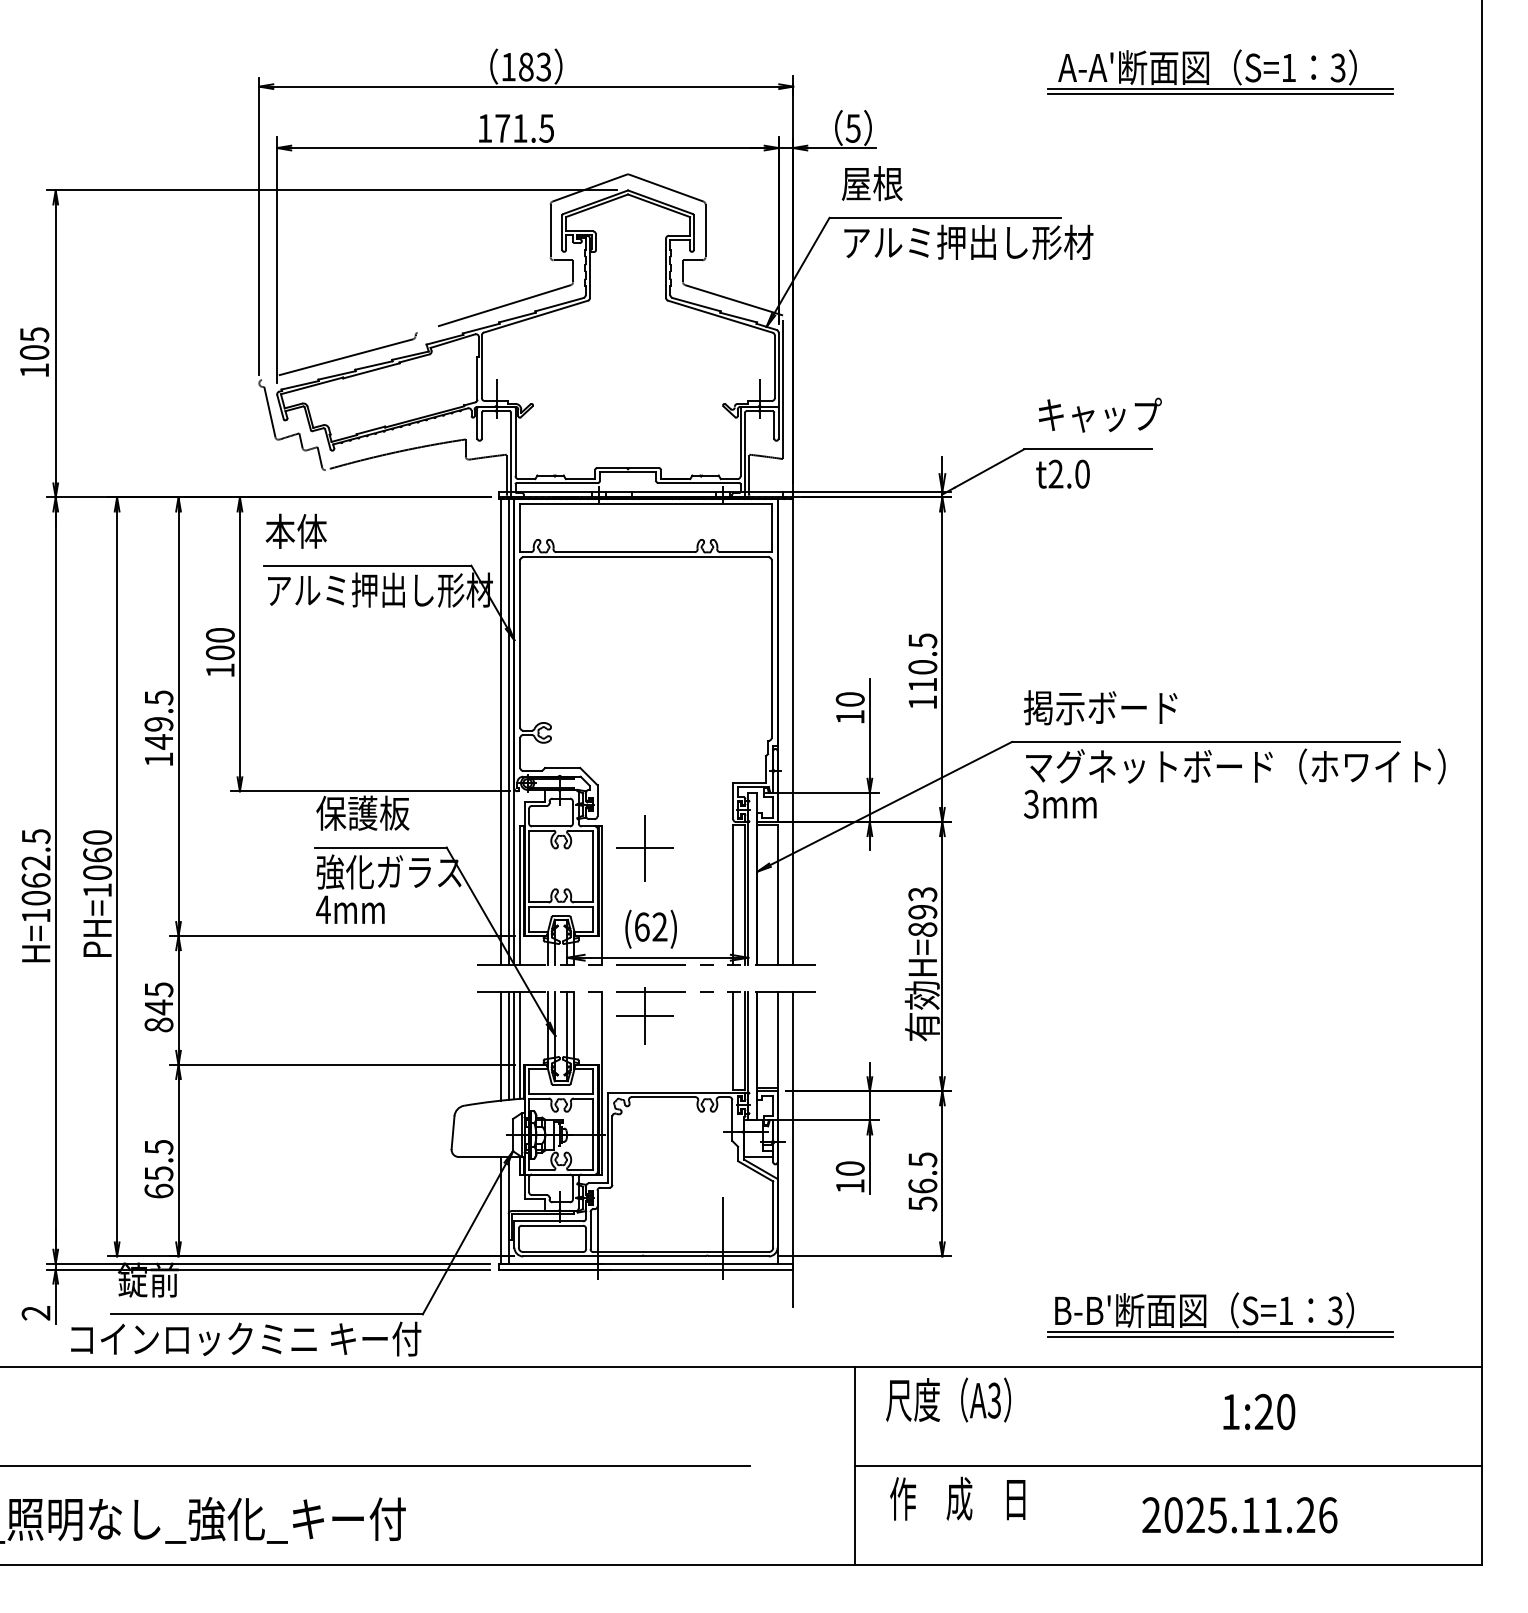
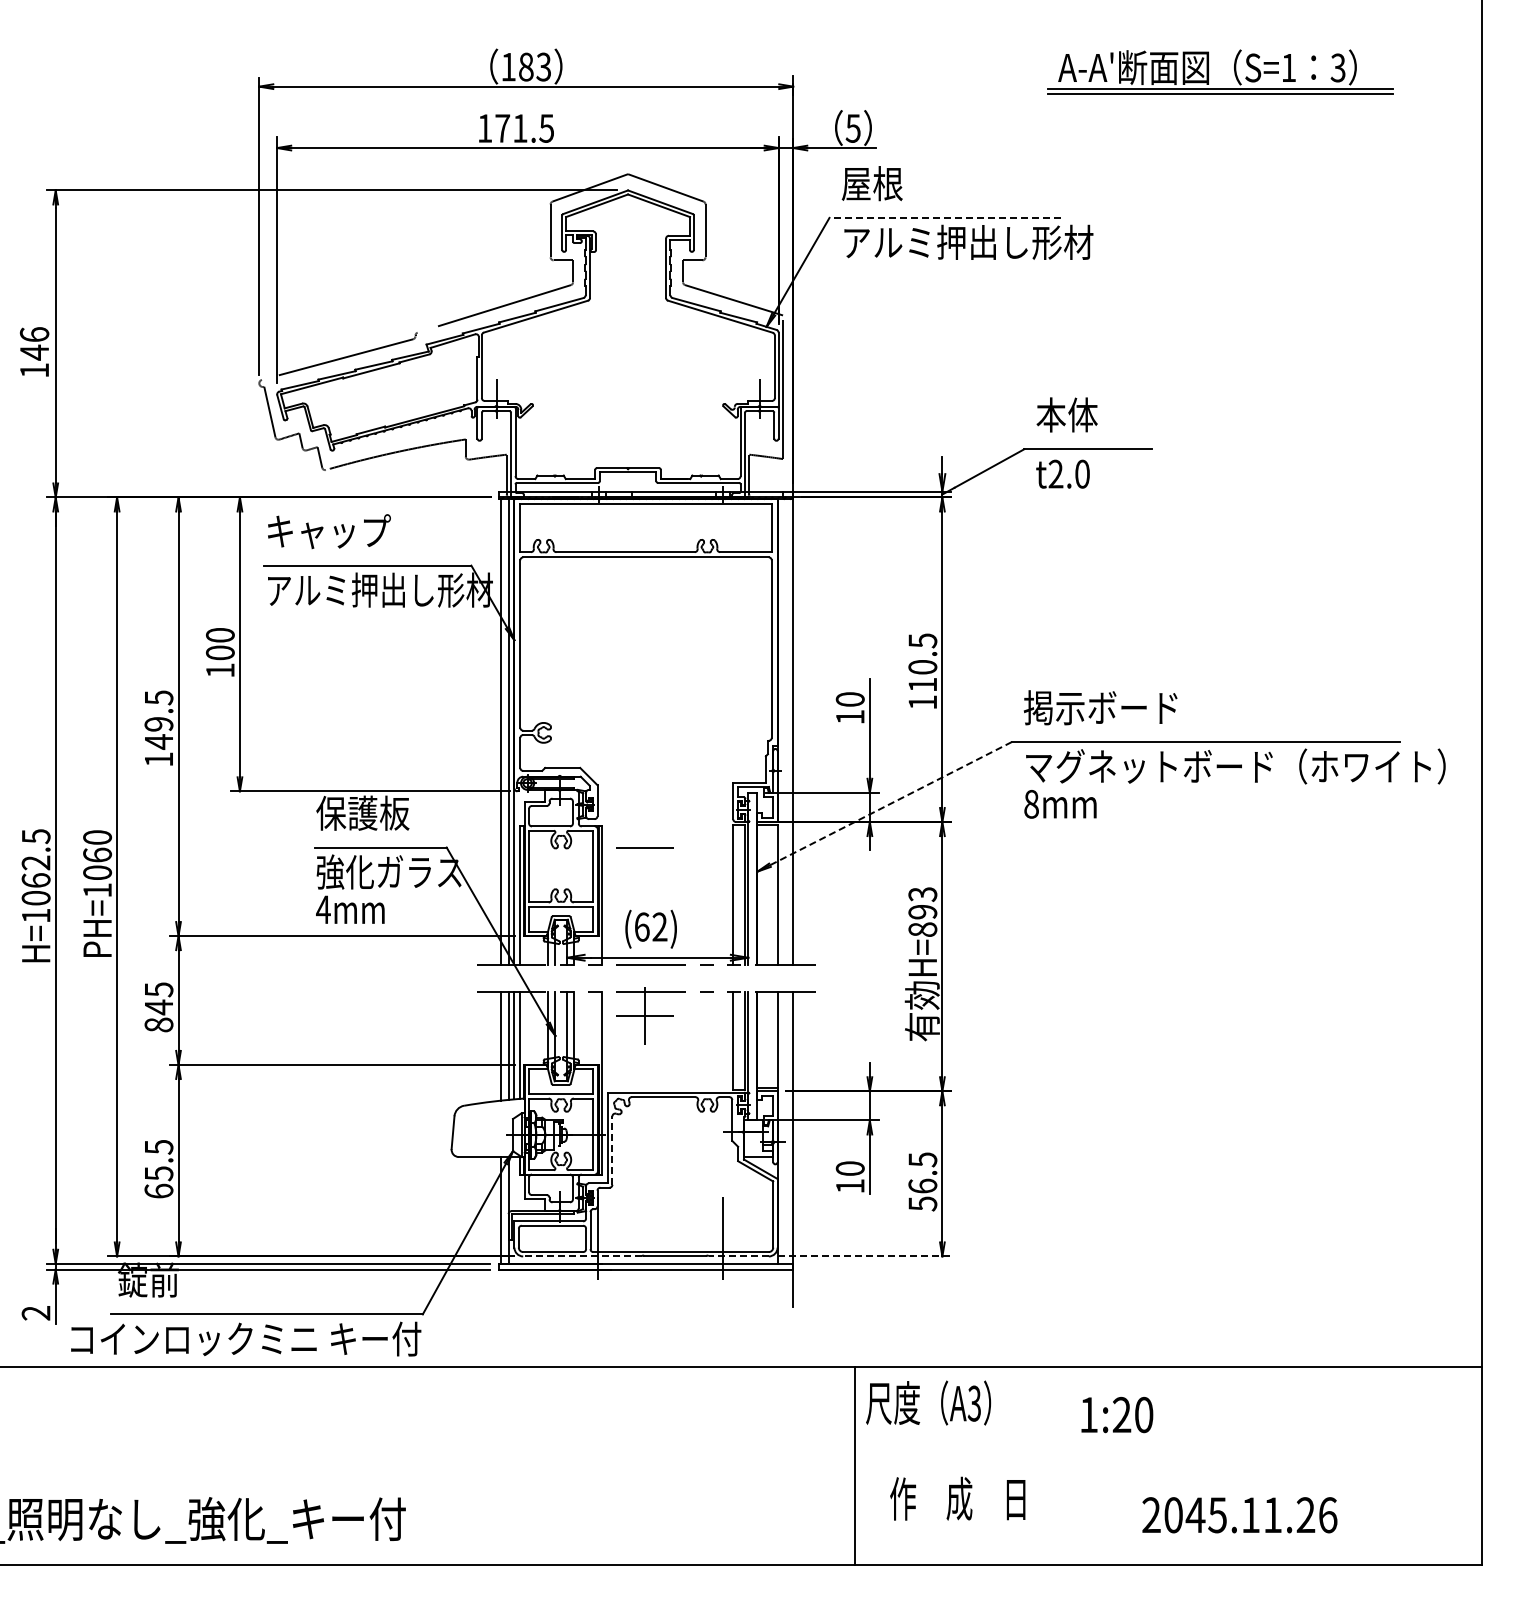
line at (945, 217): solid -> dashed
text at (34, 343): 105 -> 146
text at (1098, 414): キャップ -> 本体
text at (327, 531): 本体 -> キャップ
line at (890, 803): solid -> dashed
text at (1031, 803): 3mm -> 8mm
line at (644, 848): present -> none
line at (612, 1150): solid -> dashed
line at (582, 1256): solid -> dashed
line at (738, 1256): solid -> dashed
line at (864, 1256): solid -> dashed
part at (1231, 1314): present -> none
text at (948, 1399) position: (948, 1399) -> (928, 1402)
text at (1259, 1411) position: (1259, 1411) -> (1117, 1414)
line at (375, 1465): present -> none
line at (1168, 1465): present -> none
text at (1195, 1514): 2025.11.26 -> 2045.11.26
